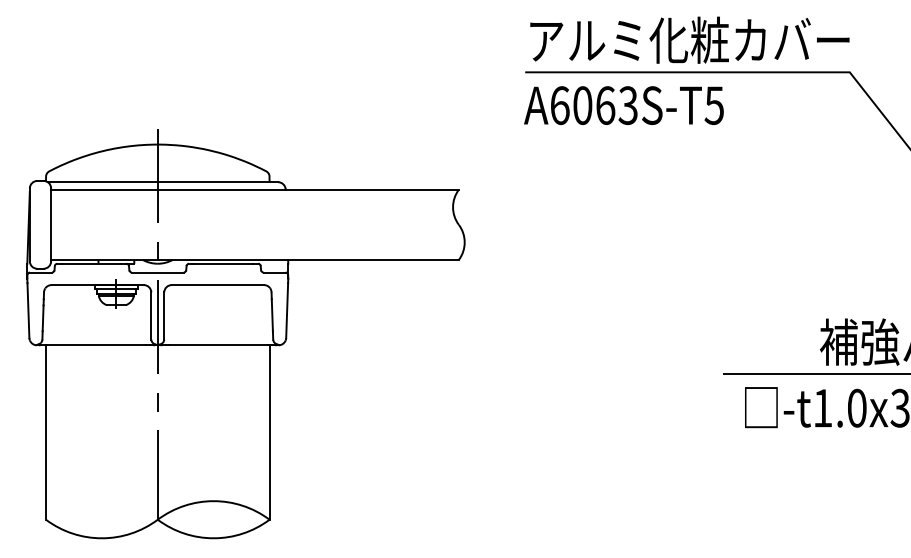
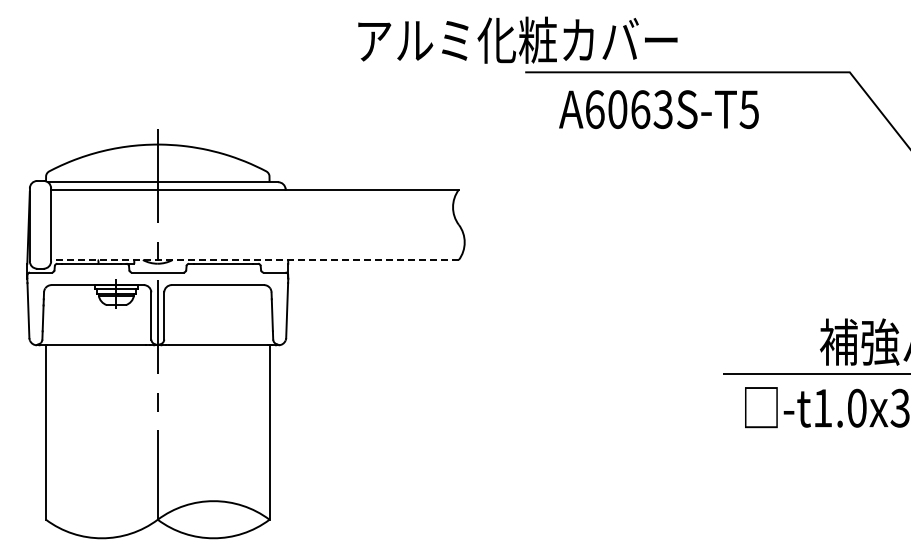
text at (689, 39) position: (689, 39) -> (517, 39)
text at (623, 105) position: (623, 105) -> (658, 109)
line at (255, 259): solid -> dashed
